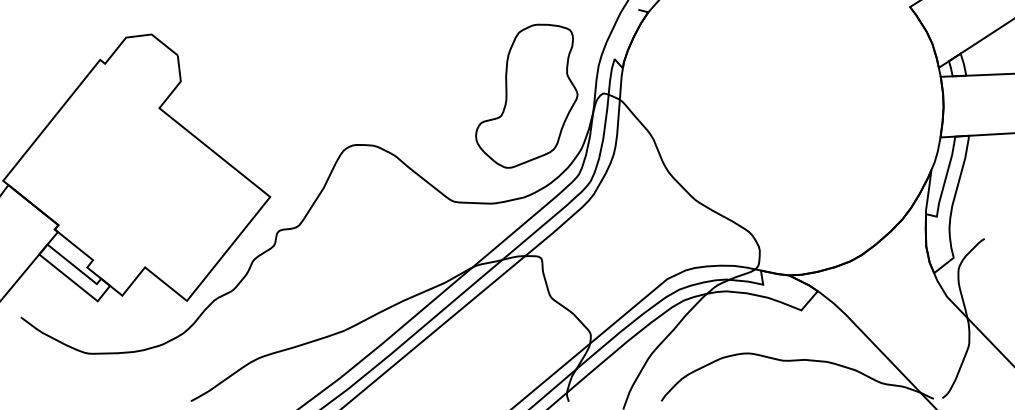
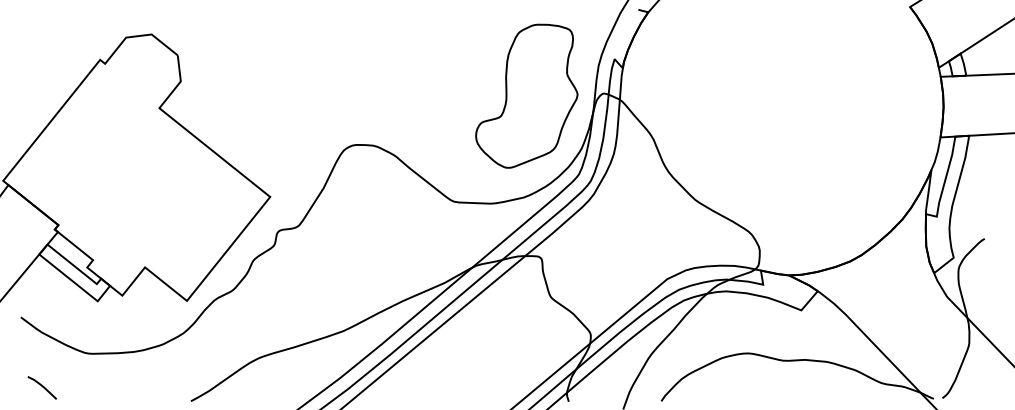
line at (41, 386): none -> present
